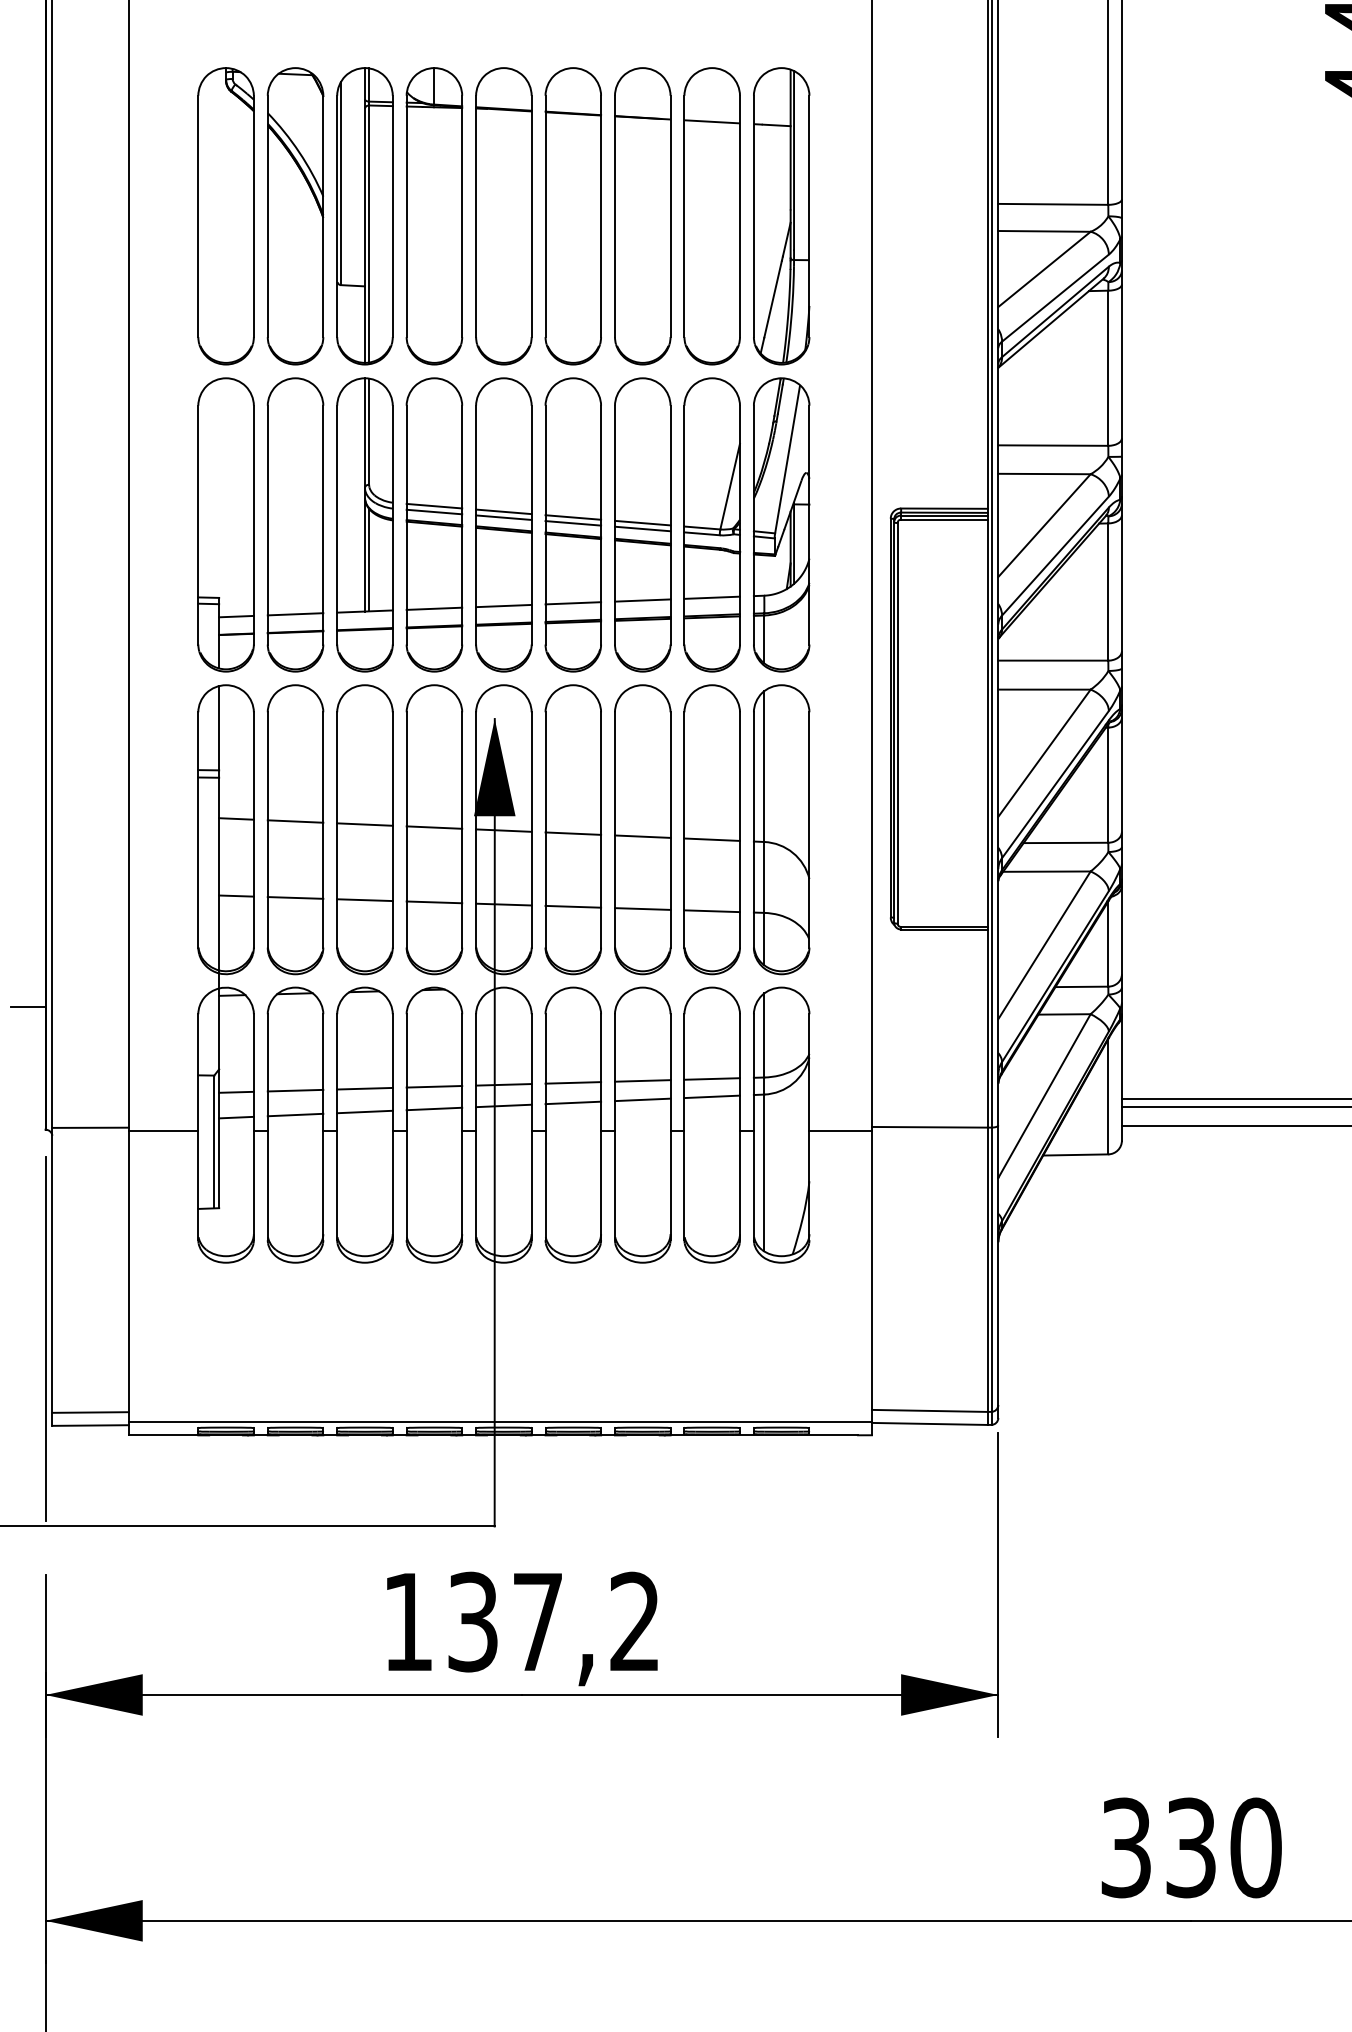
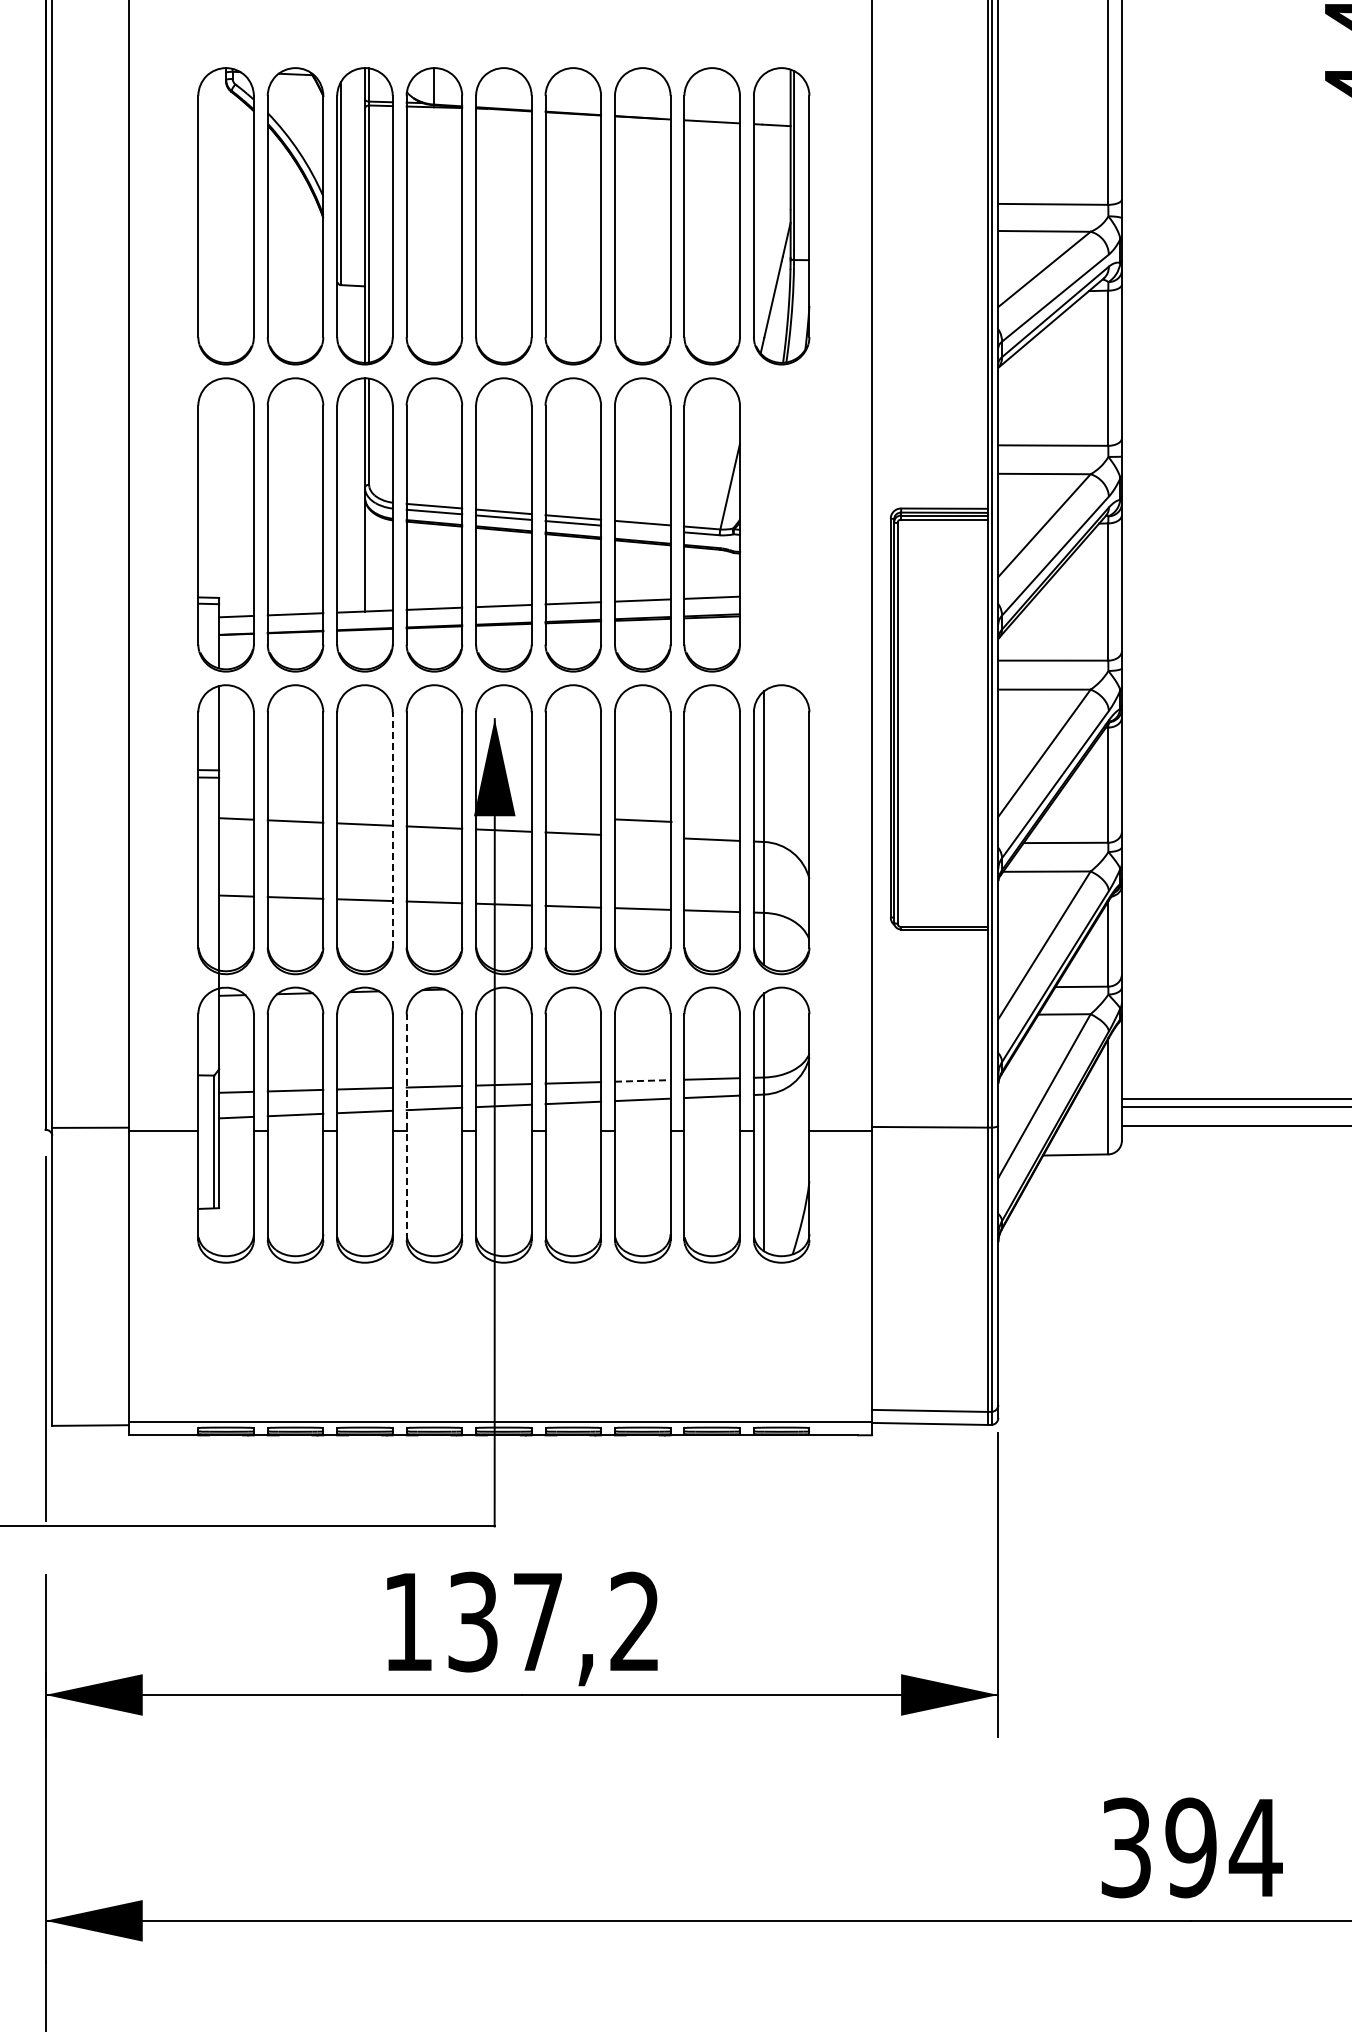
part at (781, 524): present -> none
line at (642, 528): present -> none
line at (369, 559): present -> none
line at (392, 829): solid -> dashed
line at (642, 836) position: (642, 836) -> (643, 820)
line at (27, 1006): present -> none
line at (642, 1080): solid -> dashed
line at (406, 1127): solid -> dashed
line at (90, 1412): present -> none
text at (1223, 1847): 330 -> 394
